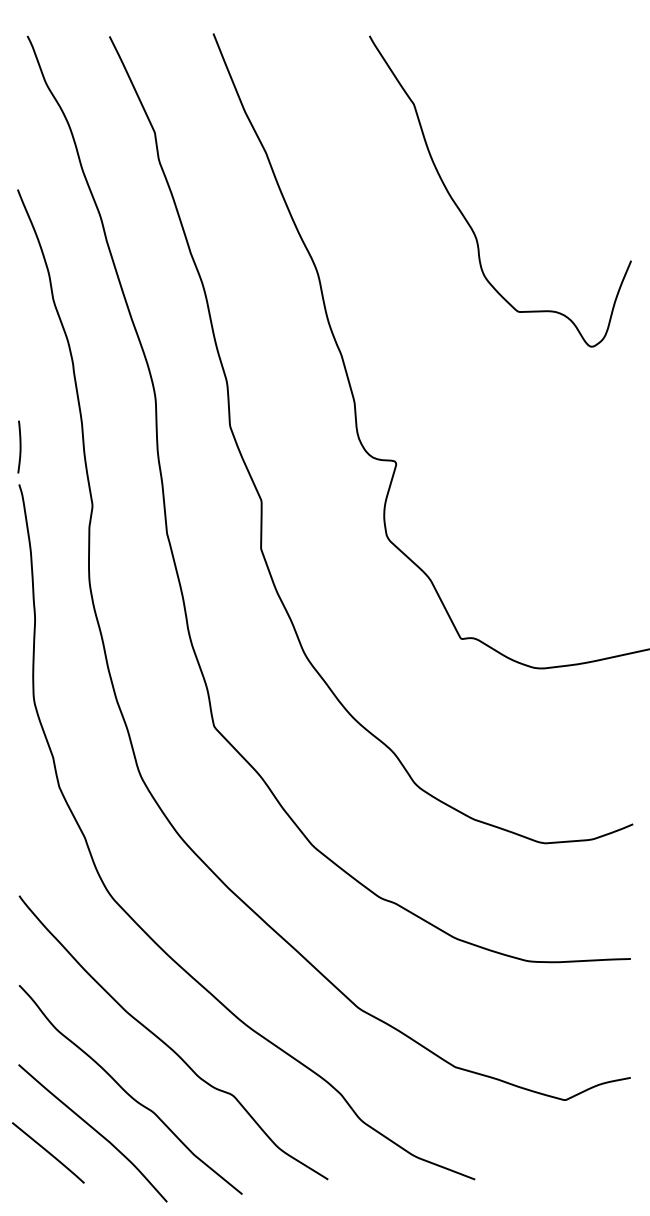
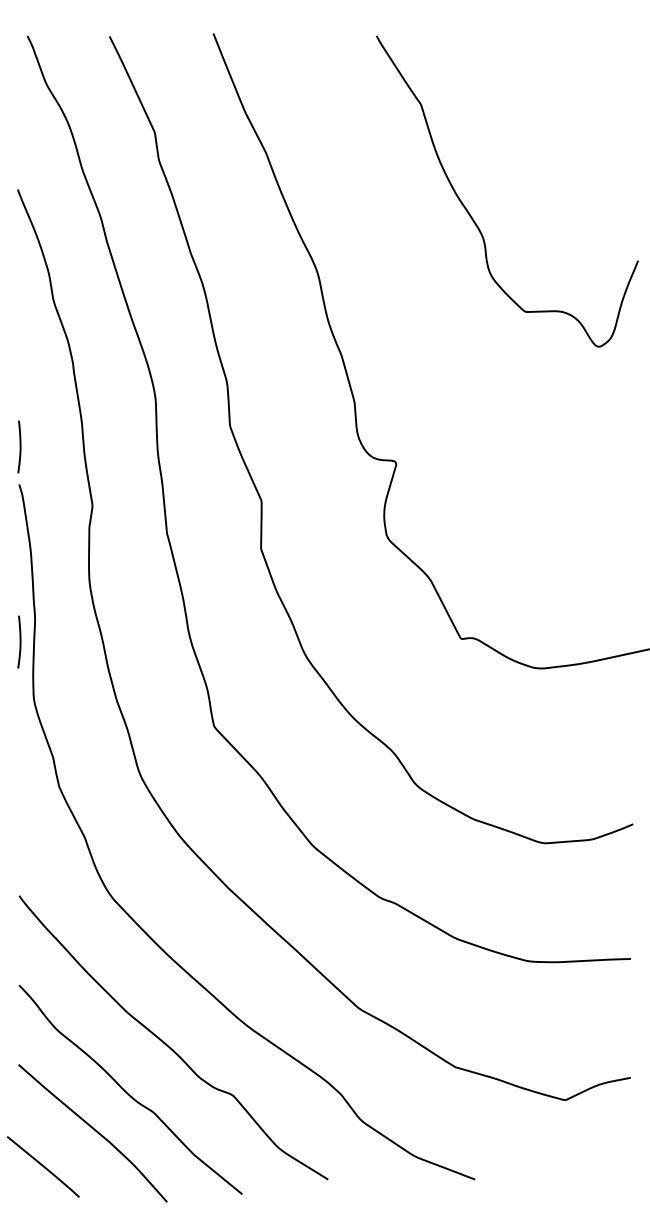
curve at (464, 215) position: (464, 215) -> (471, 215)
curve at (19, 641): none -> present
line at (48, 1152) position: (48, 1152) -> (43, 1166)
